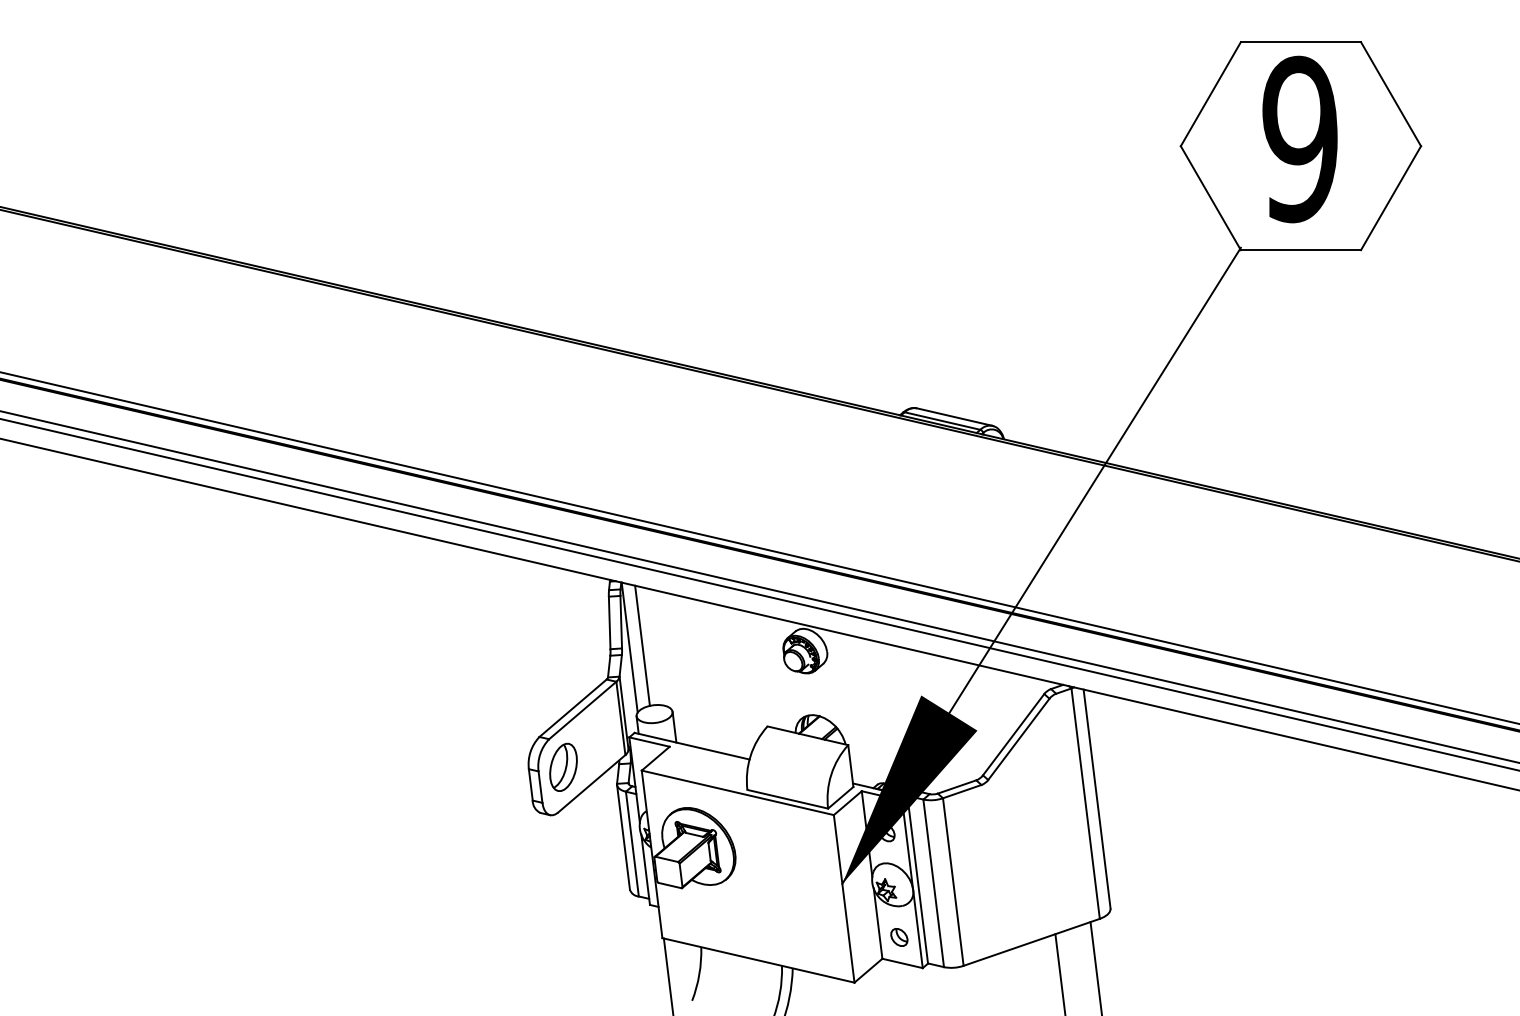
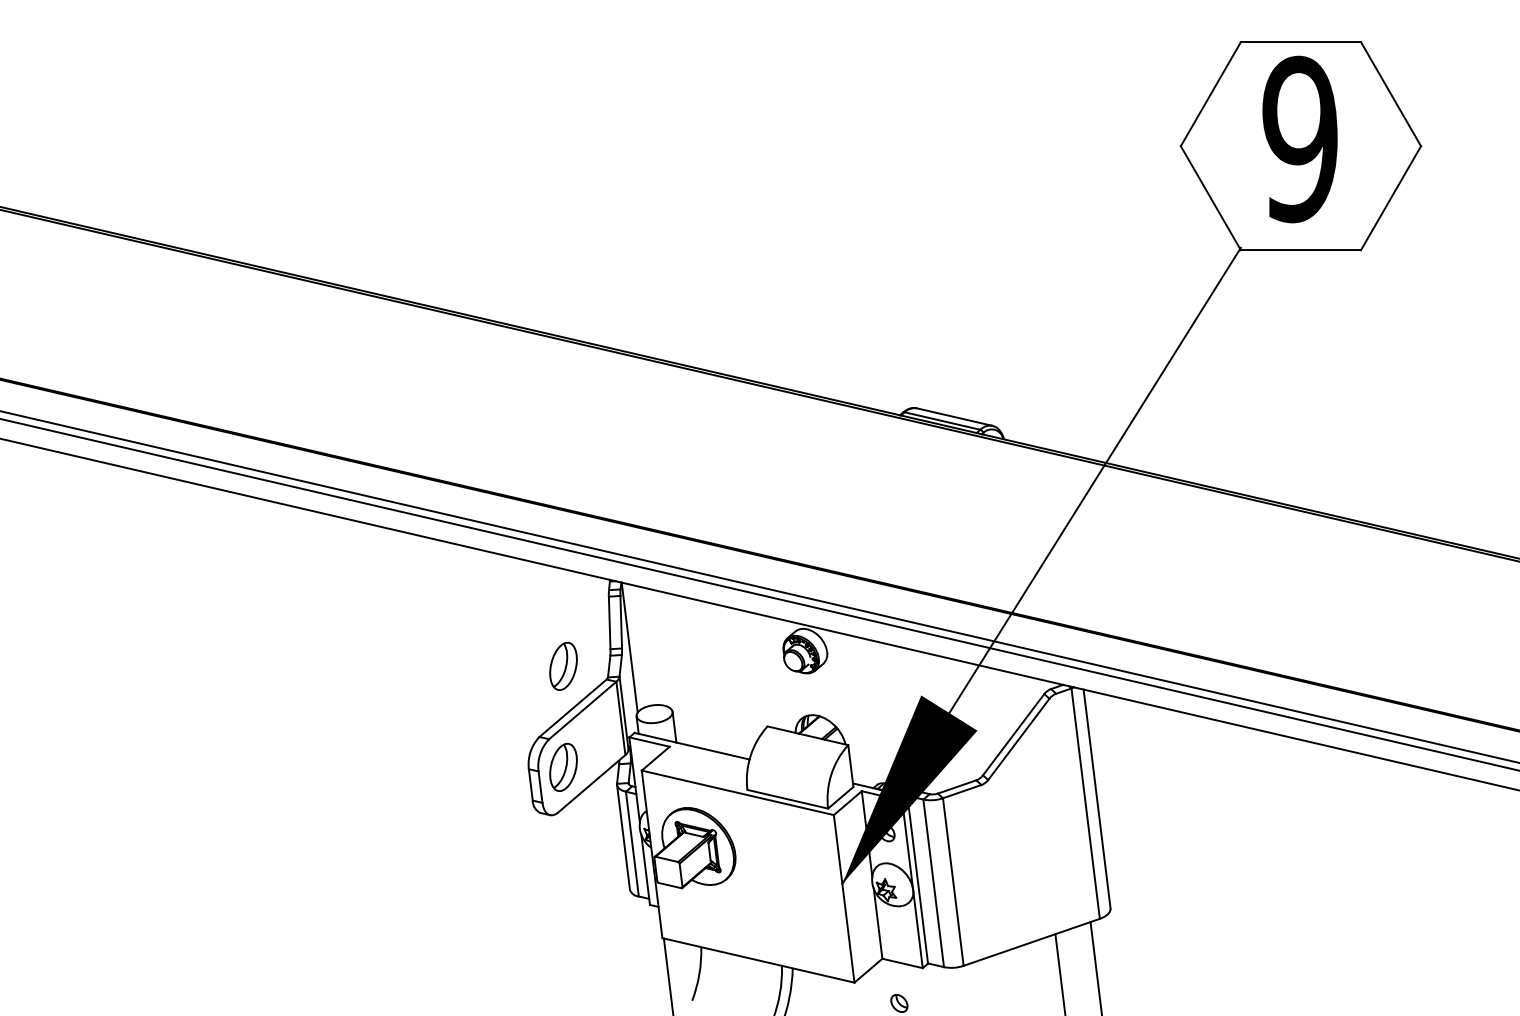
line at (759, 547): present -> none
line at (642, 645): present -> none
part at (563, 665): none -> present
part at (899, 937) position: (899, 937) -> (899, 1003)
